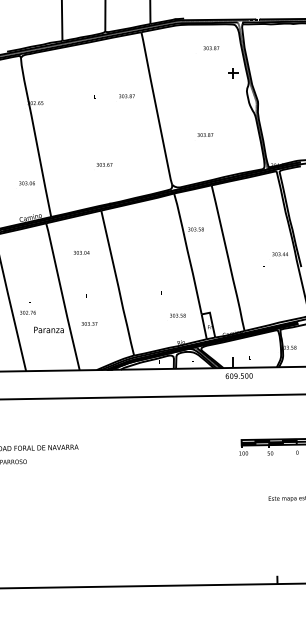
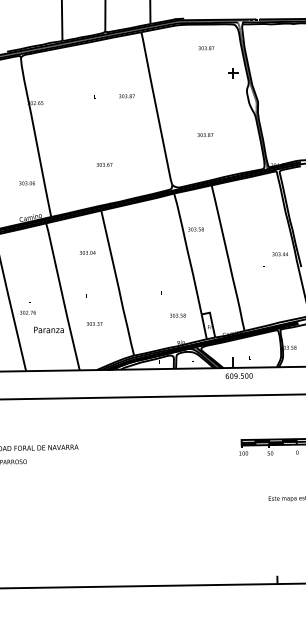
text at (211, 48) position: (211, 48) -> (206, 48)
text at (81, 252) position: (81, 252) -> (87, 252)
text at (89, 323) position: (89, 323) -> (94, 323)
